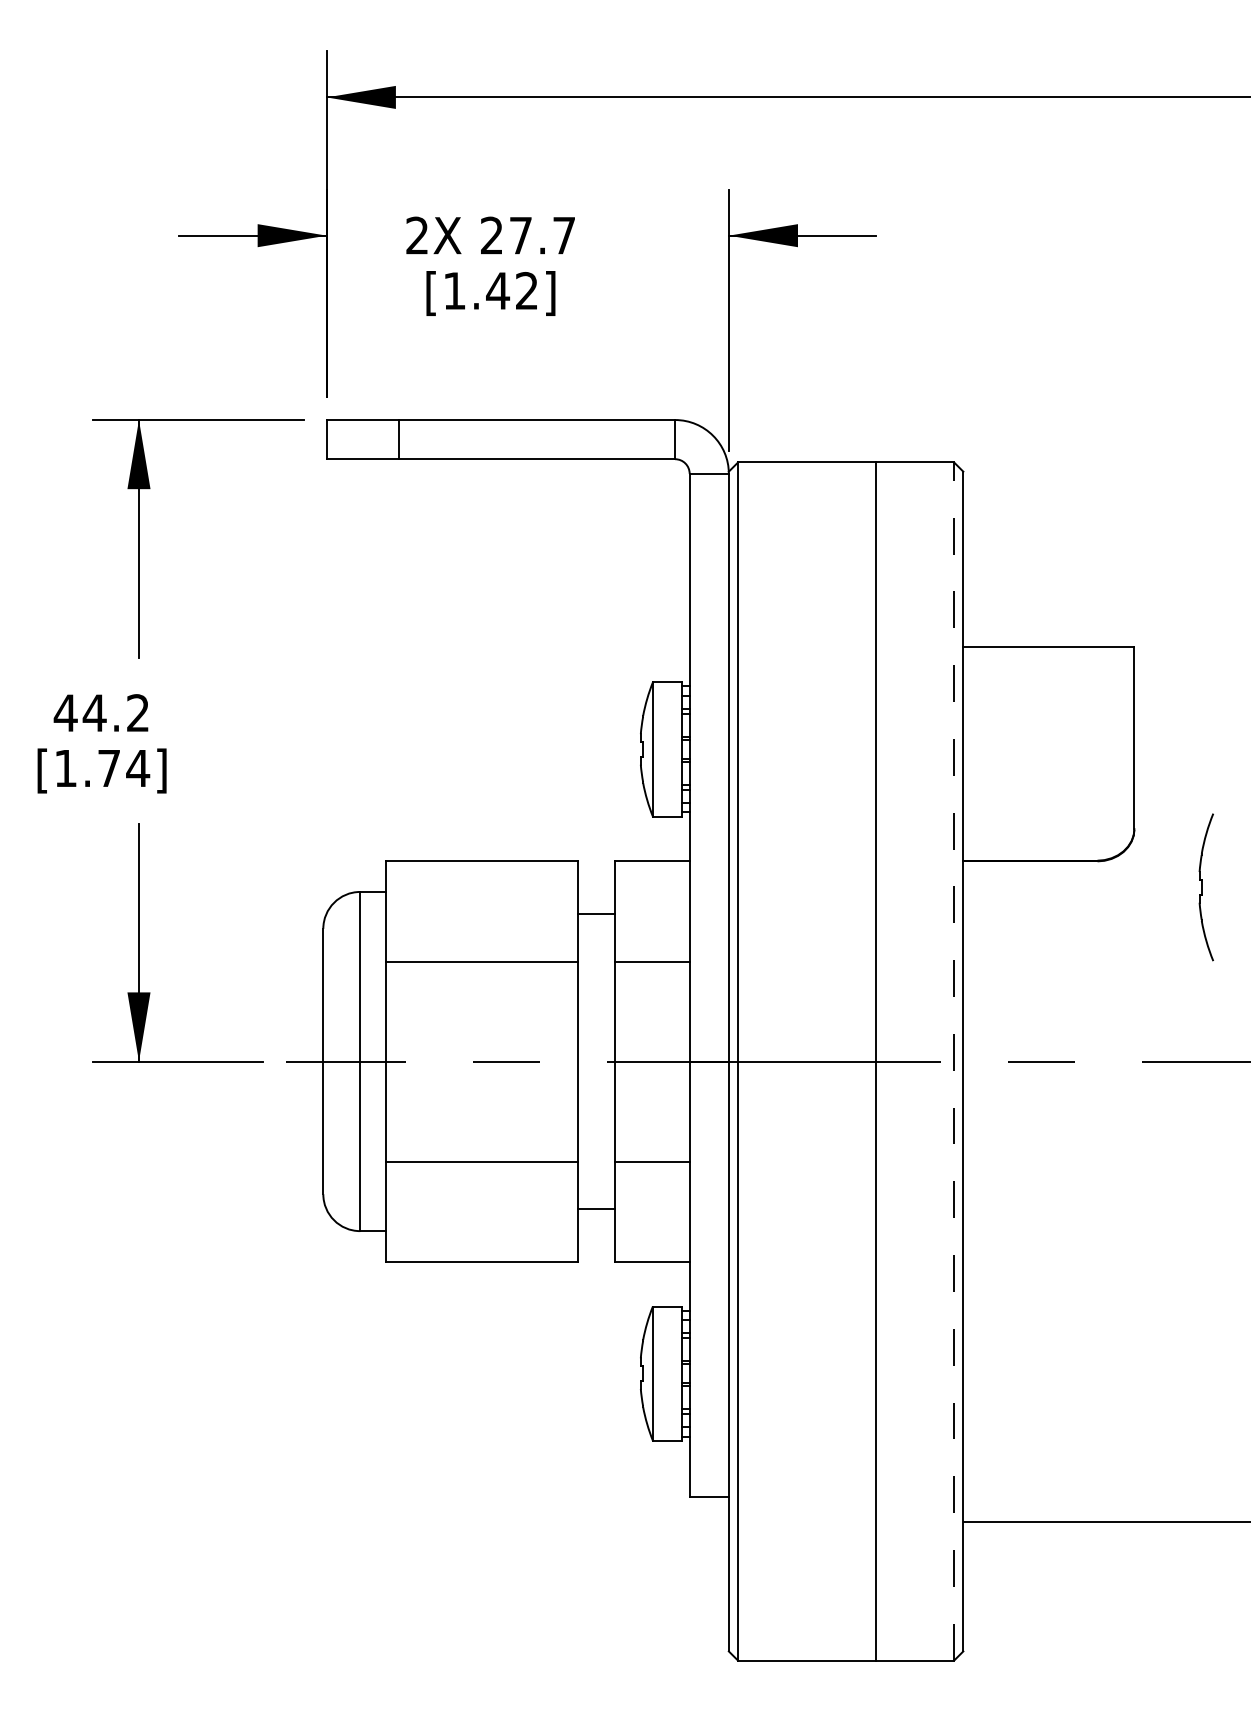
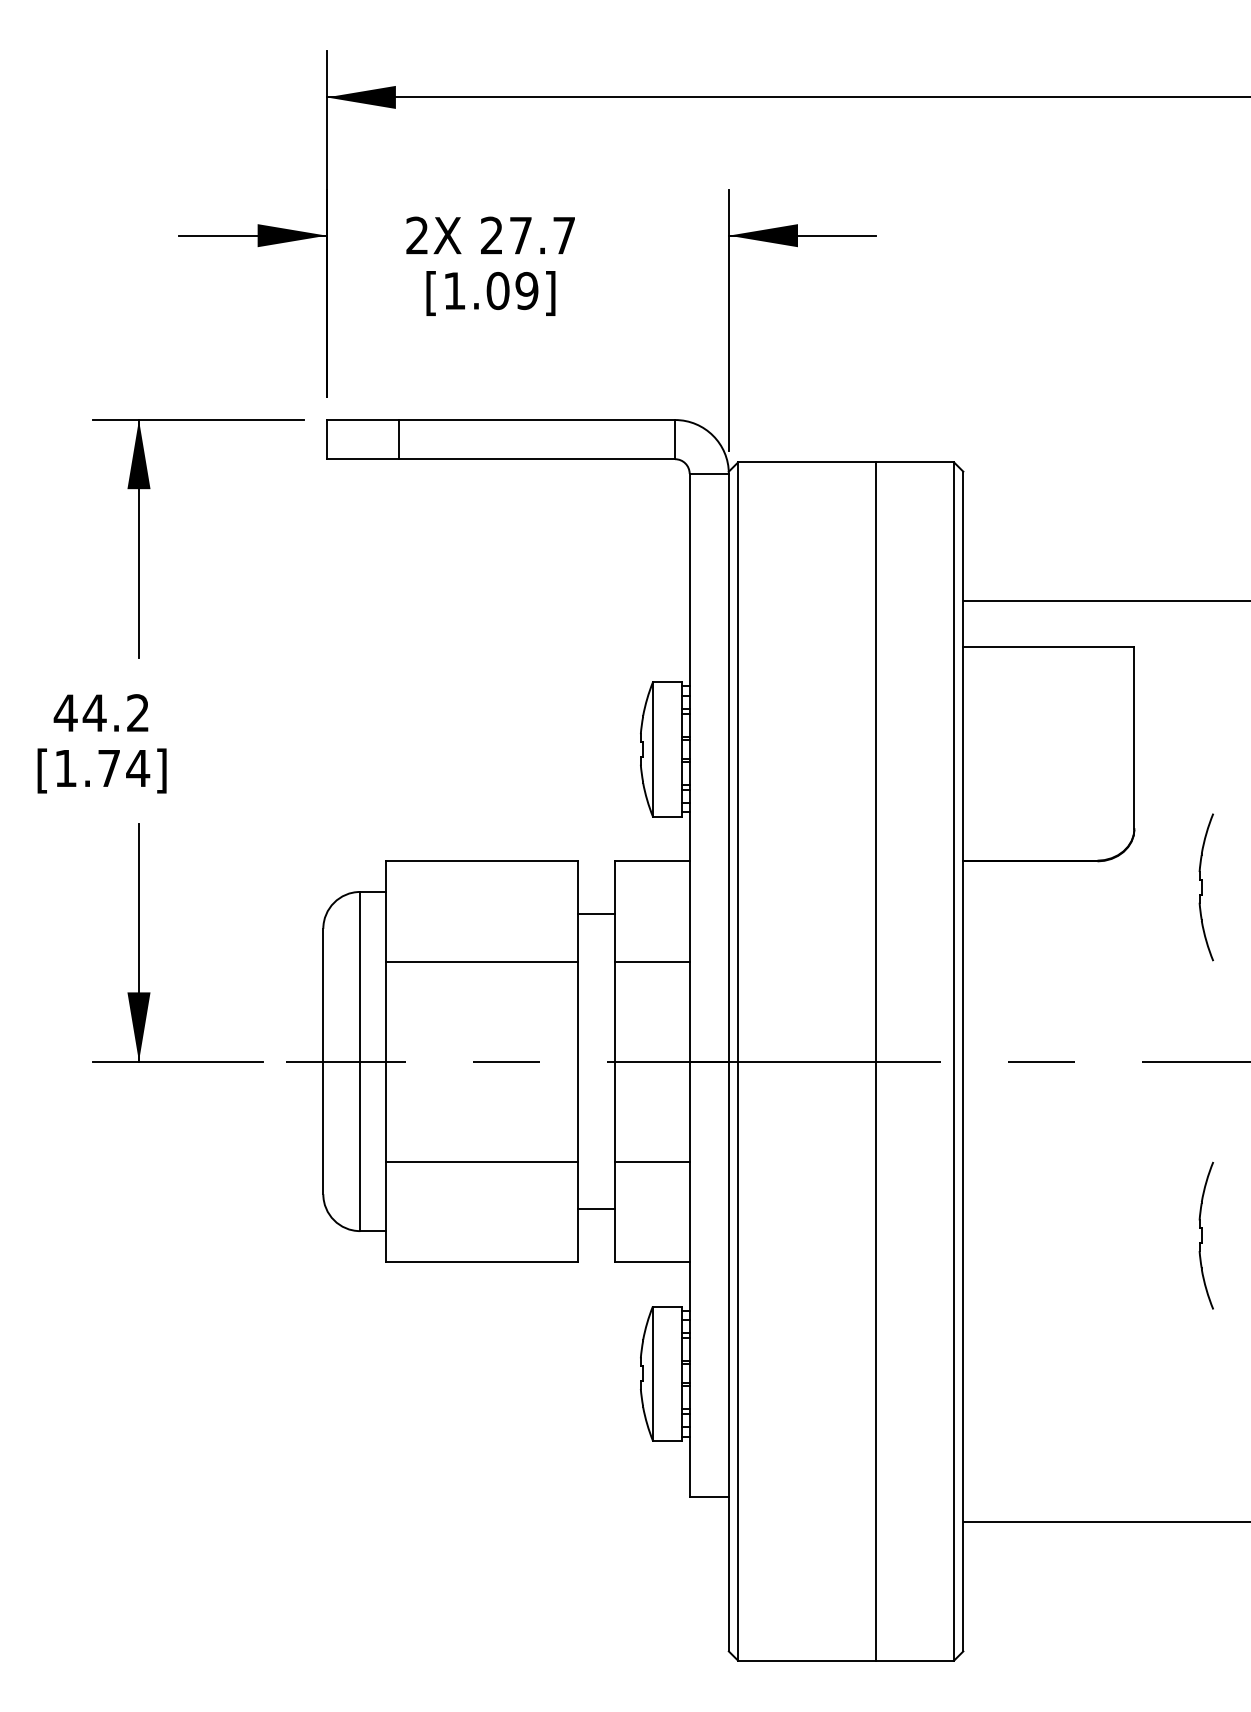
text at (512, 291): [1.42] -> [1.09]
line at (1105, 600): none -> present
line at (954, 1061): dashed -> solid
part at (1205, 1235): none -> present
